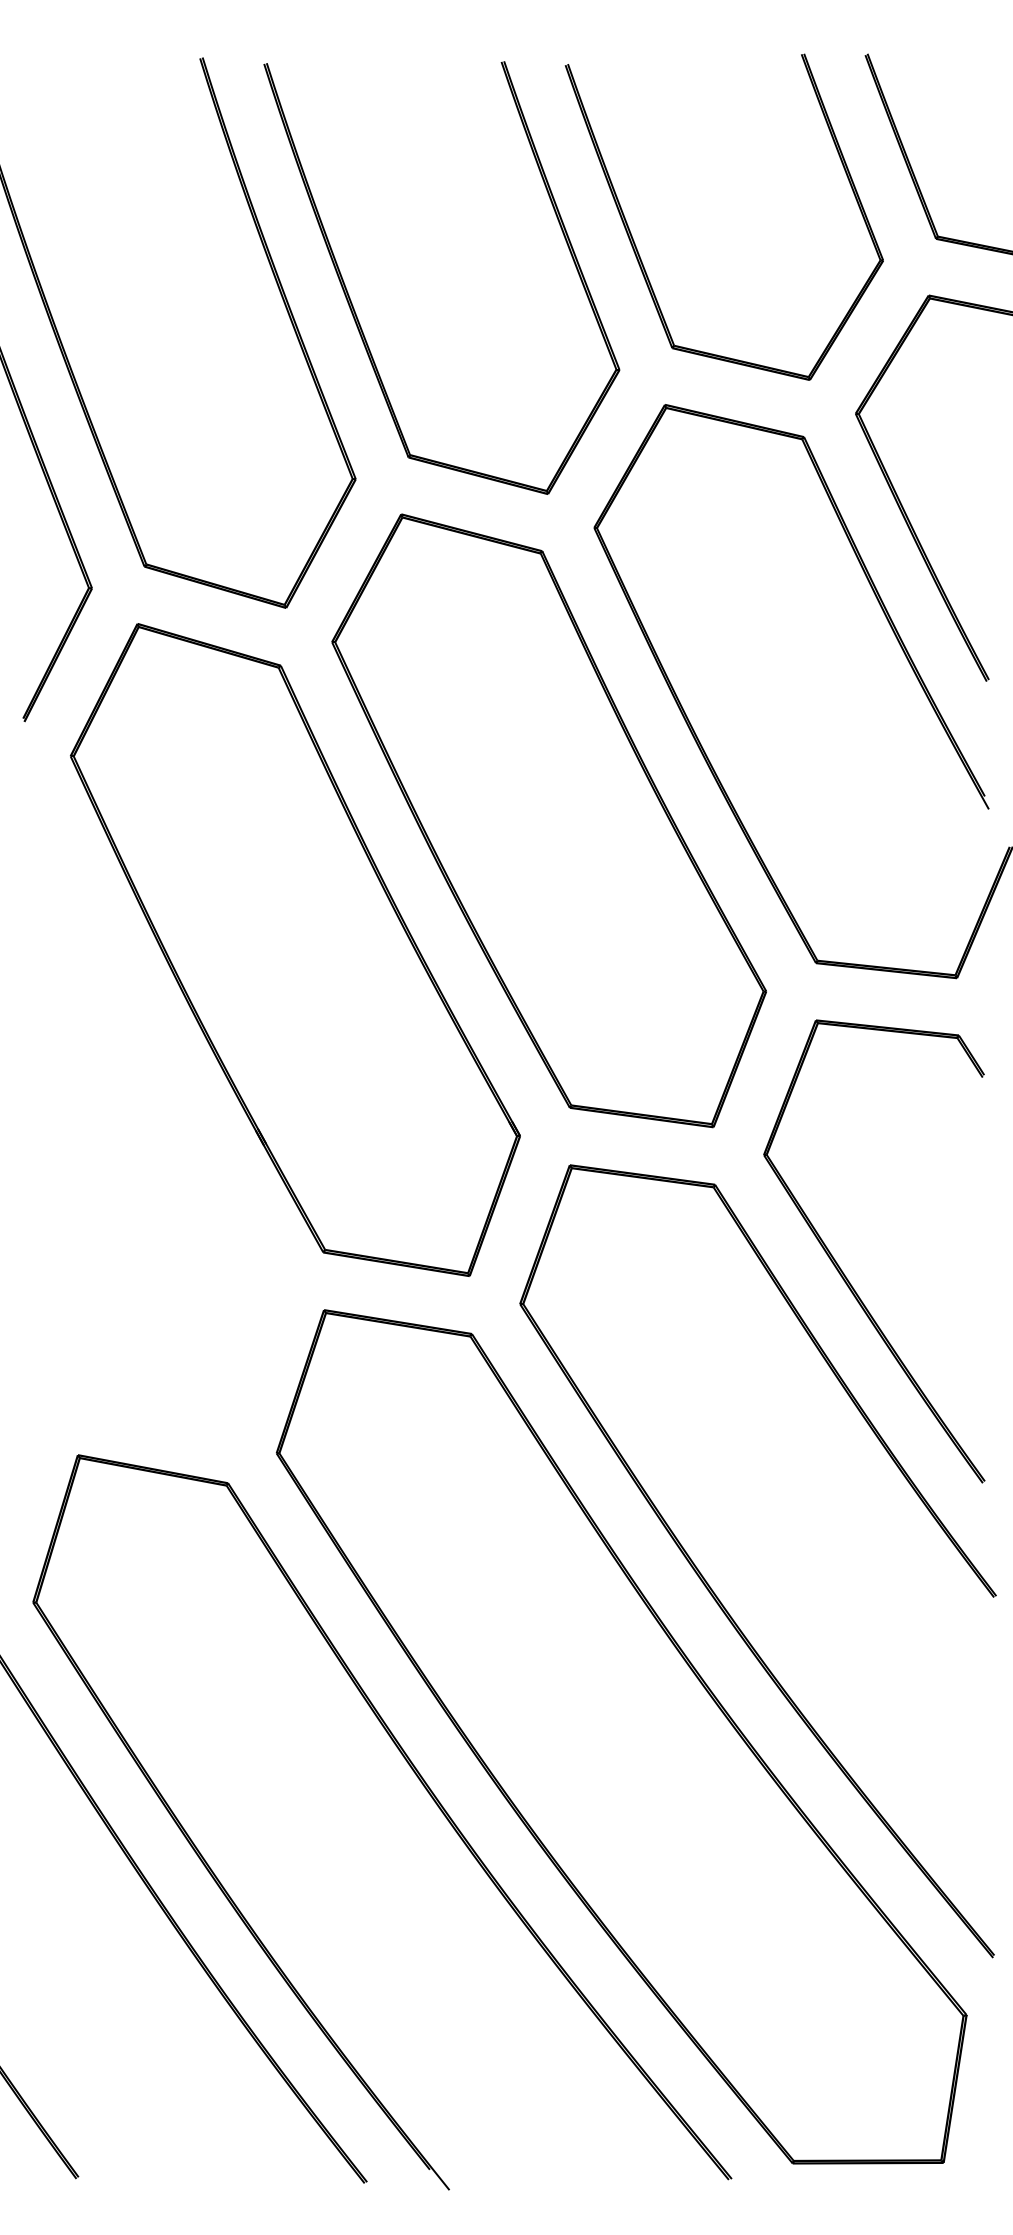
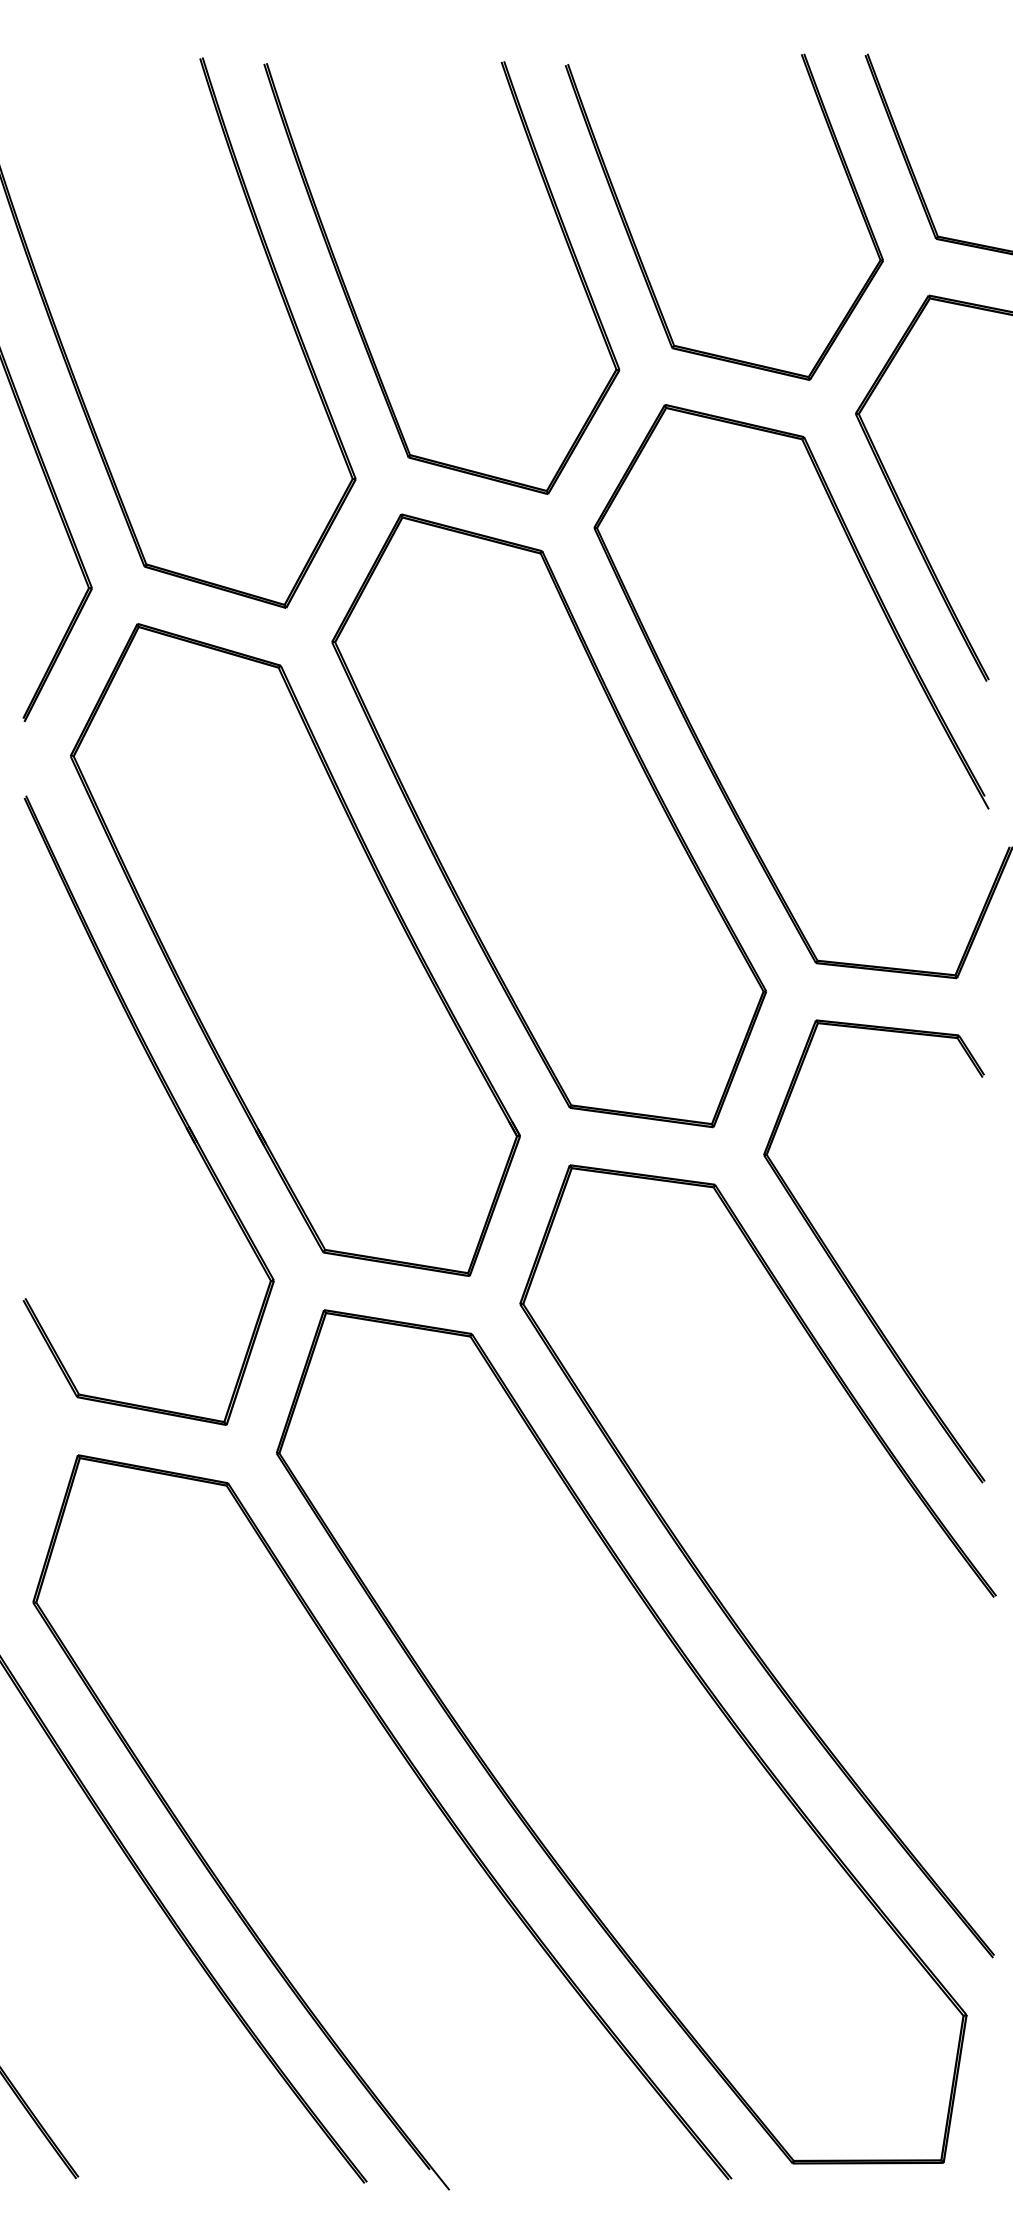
part at (170, 1100): none -> present
